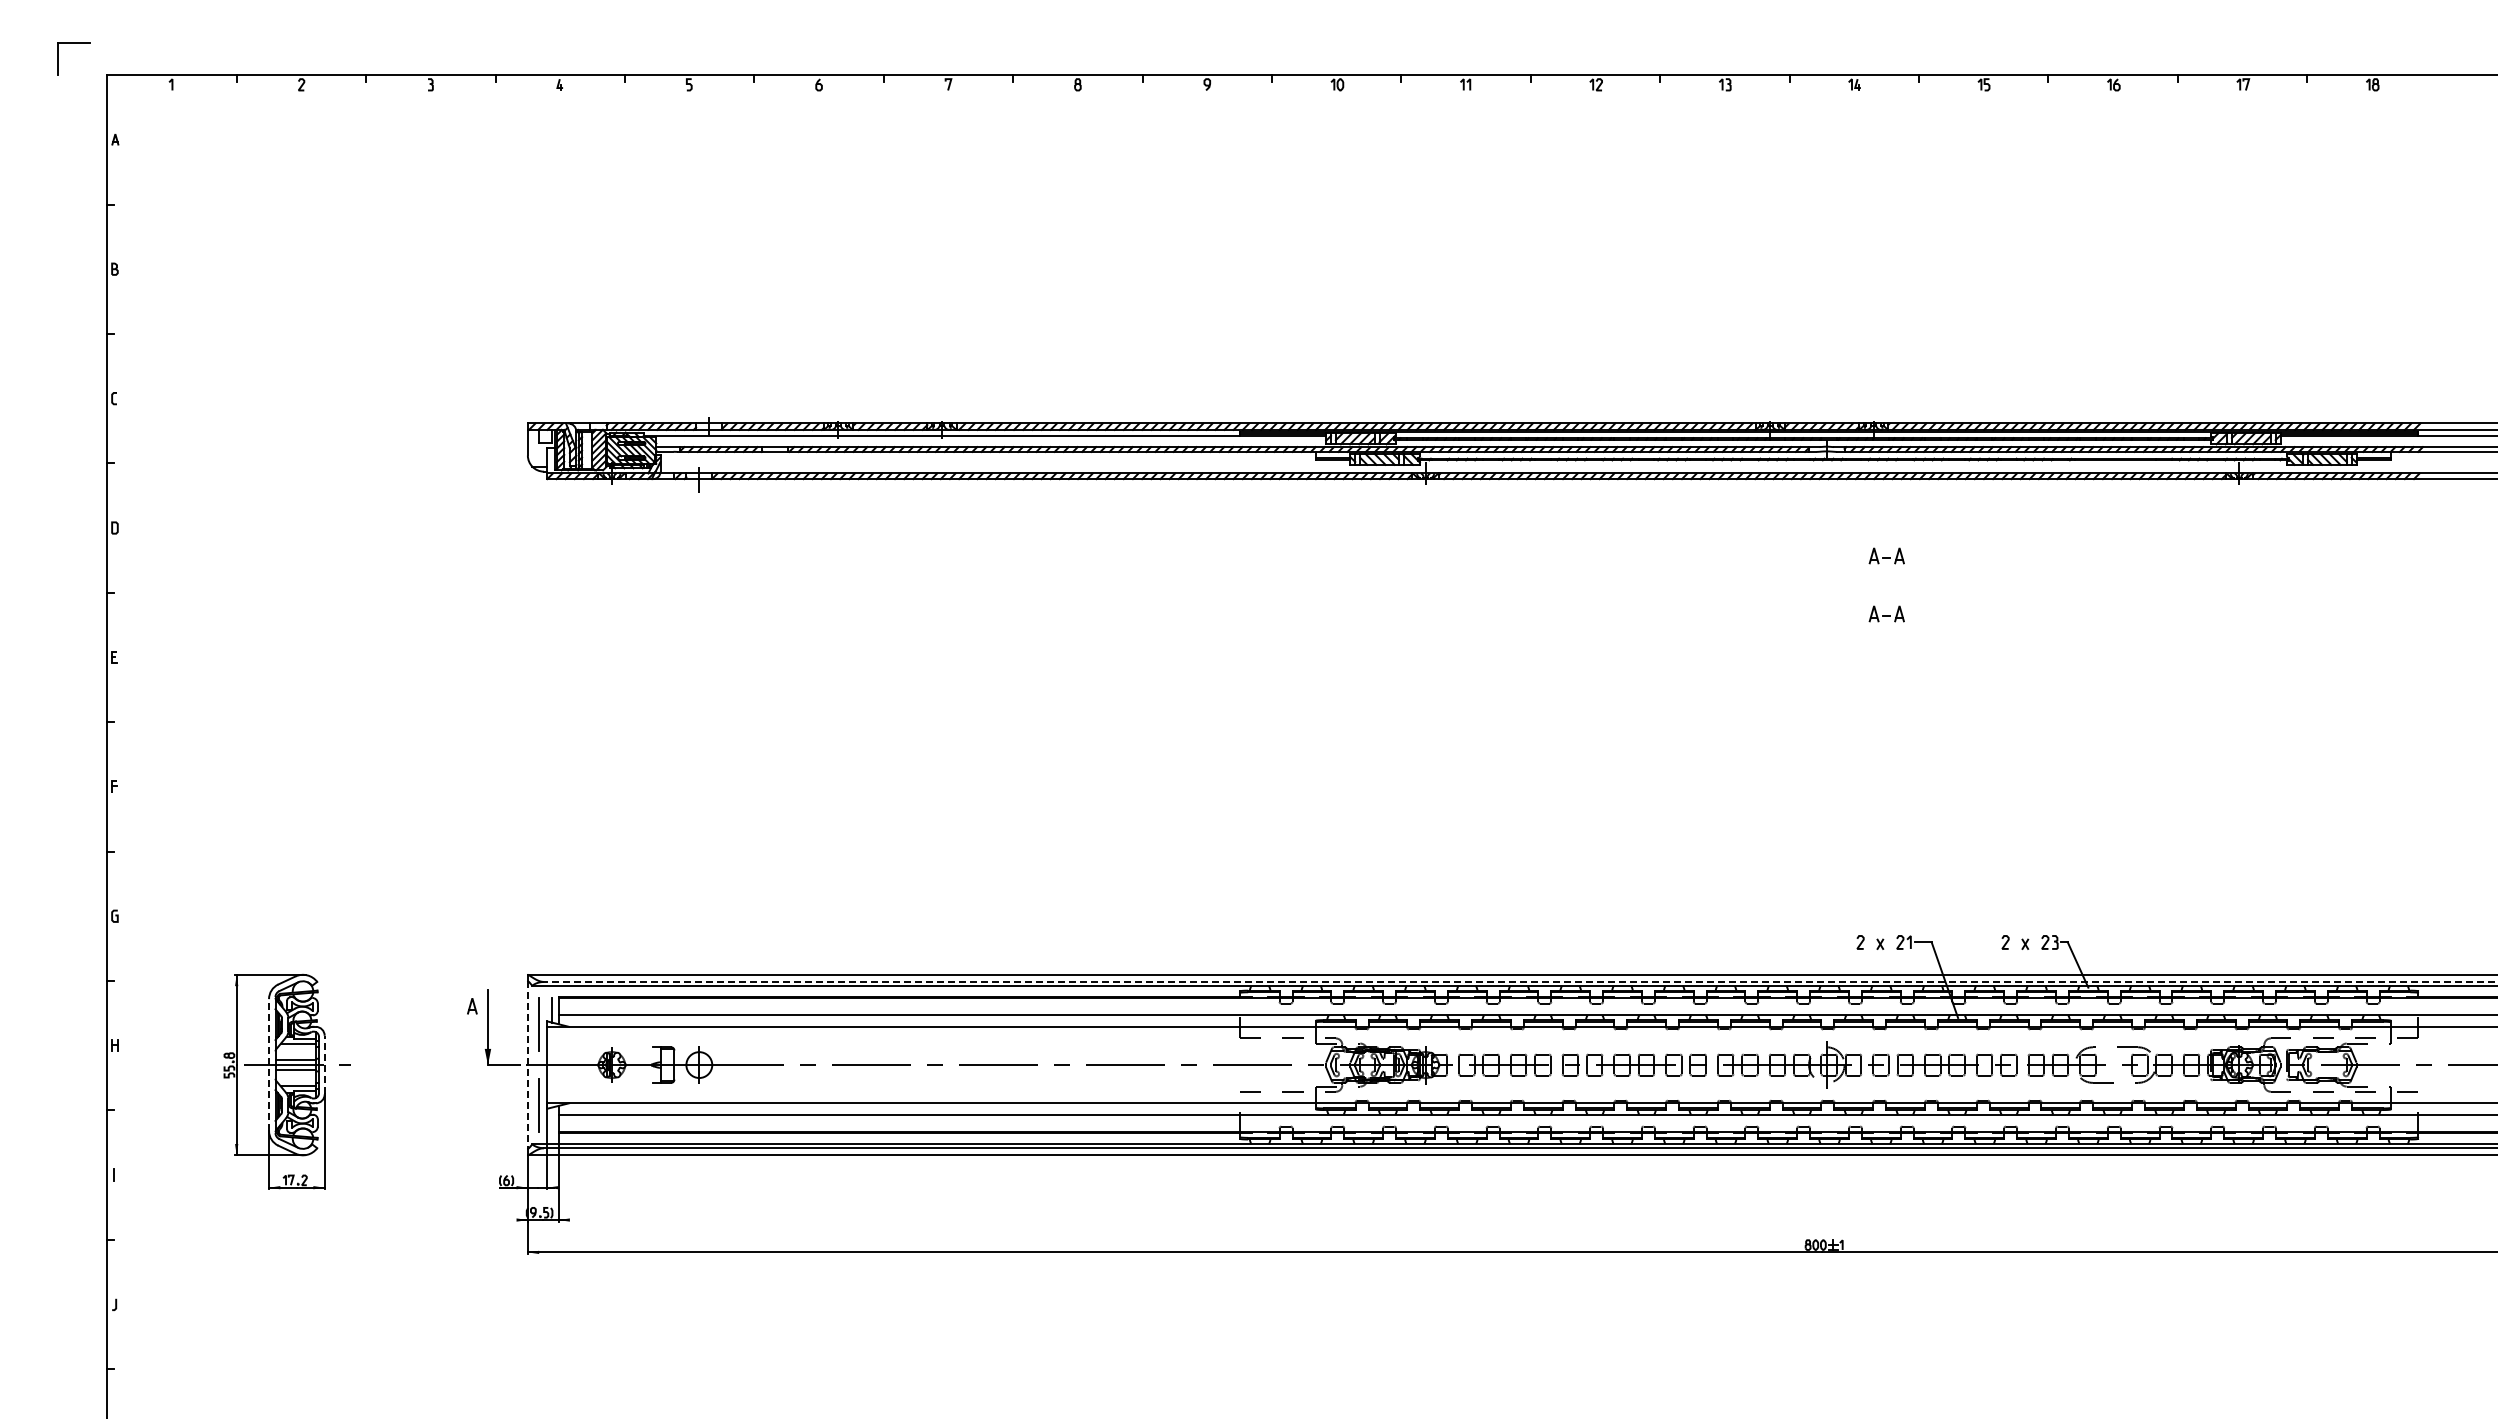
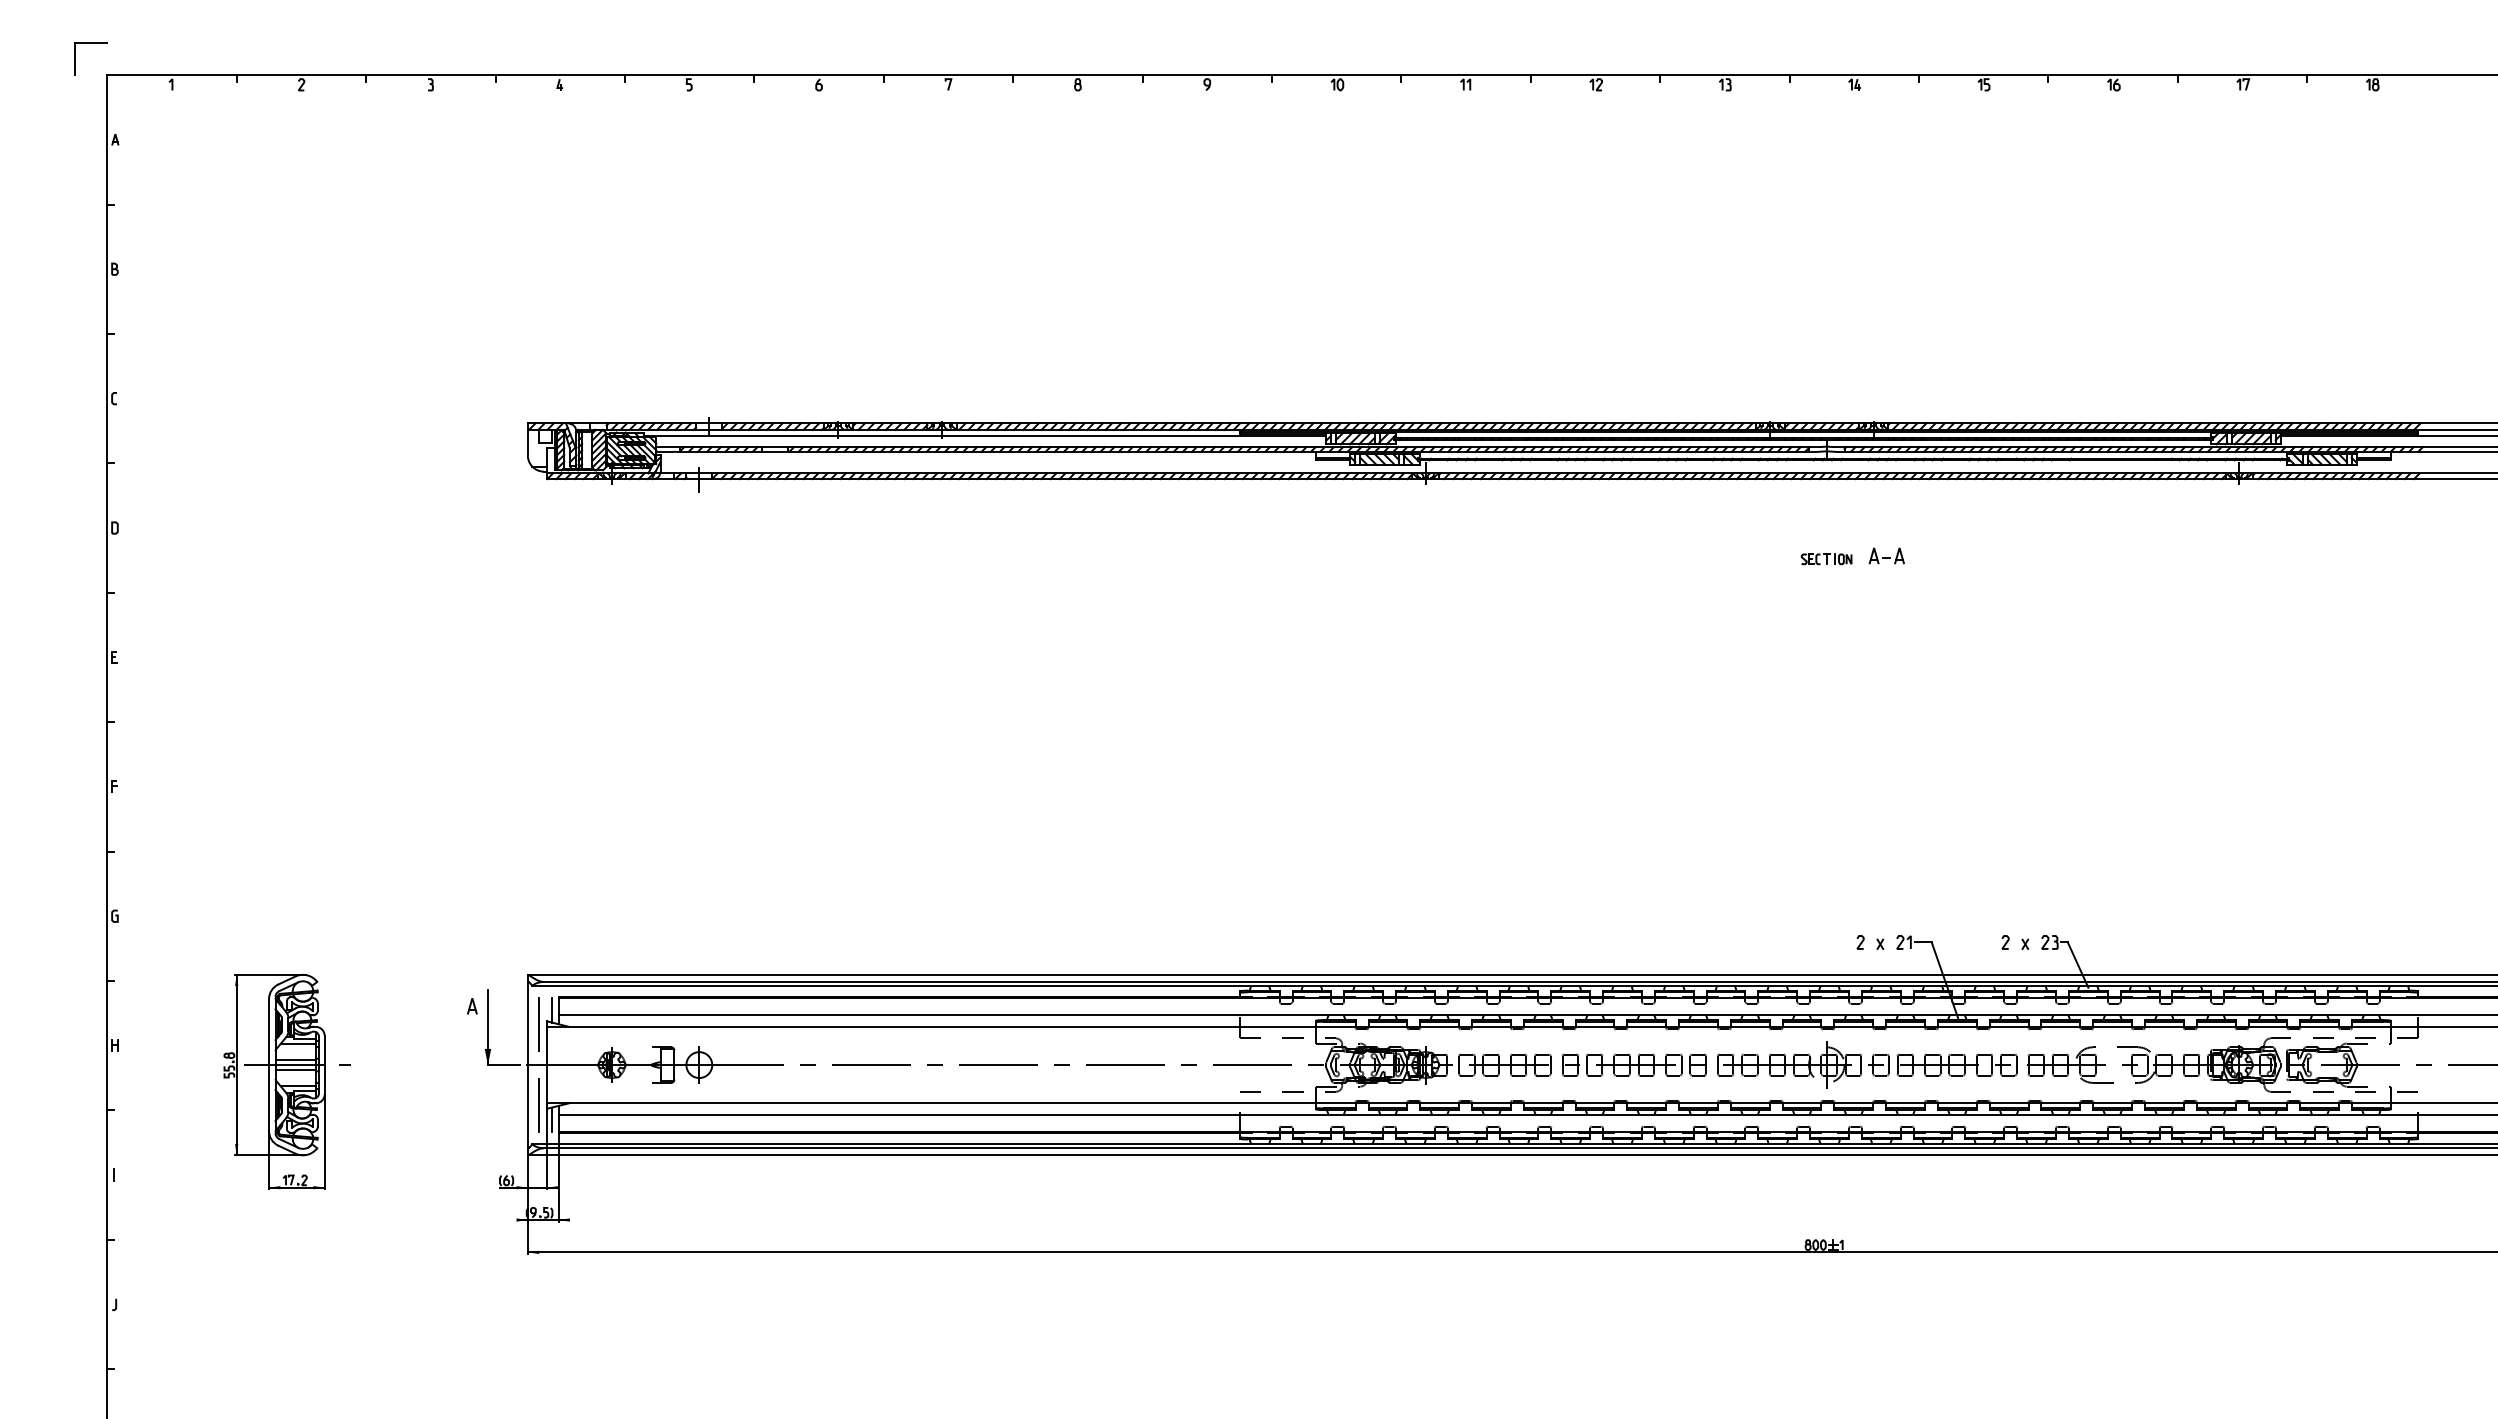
part at (73, 43) position: (73, 43) -> (90, 43)
part at (1826, 559): none -> present
part at (1886, 613): present -> none
line at (1520, 981): dashed -> solid
line at (324, 1064): dashed -> solid
line at (269, 1065): dashed -> solid
line at (527, 1065): dashed -> solid
line at (552, 1119): none -> present
